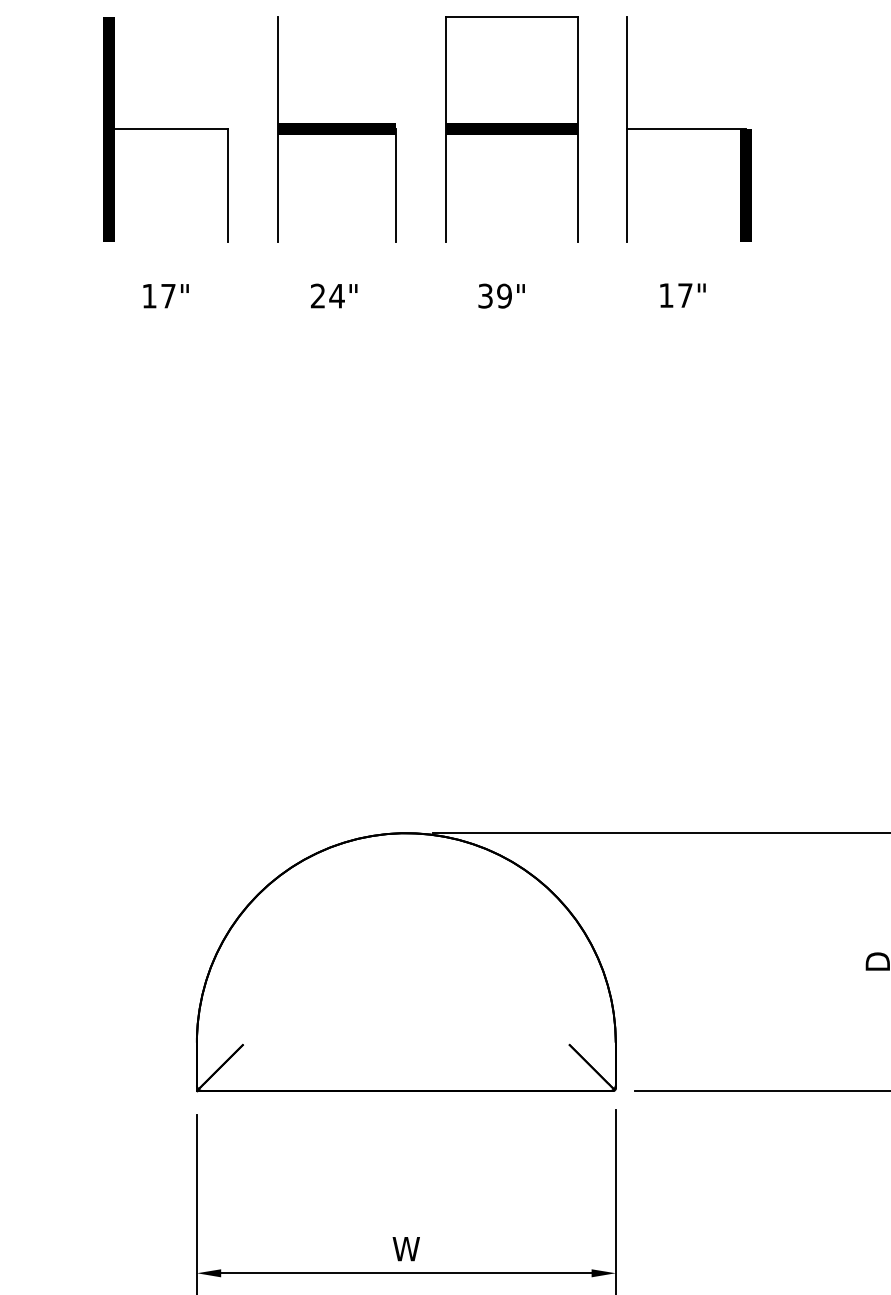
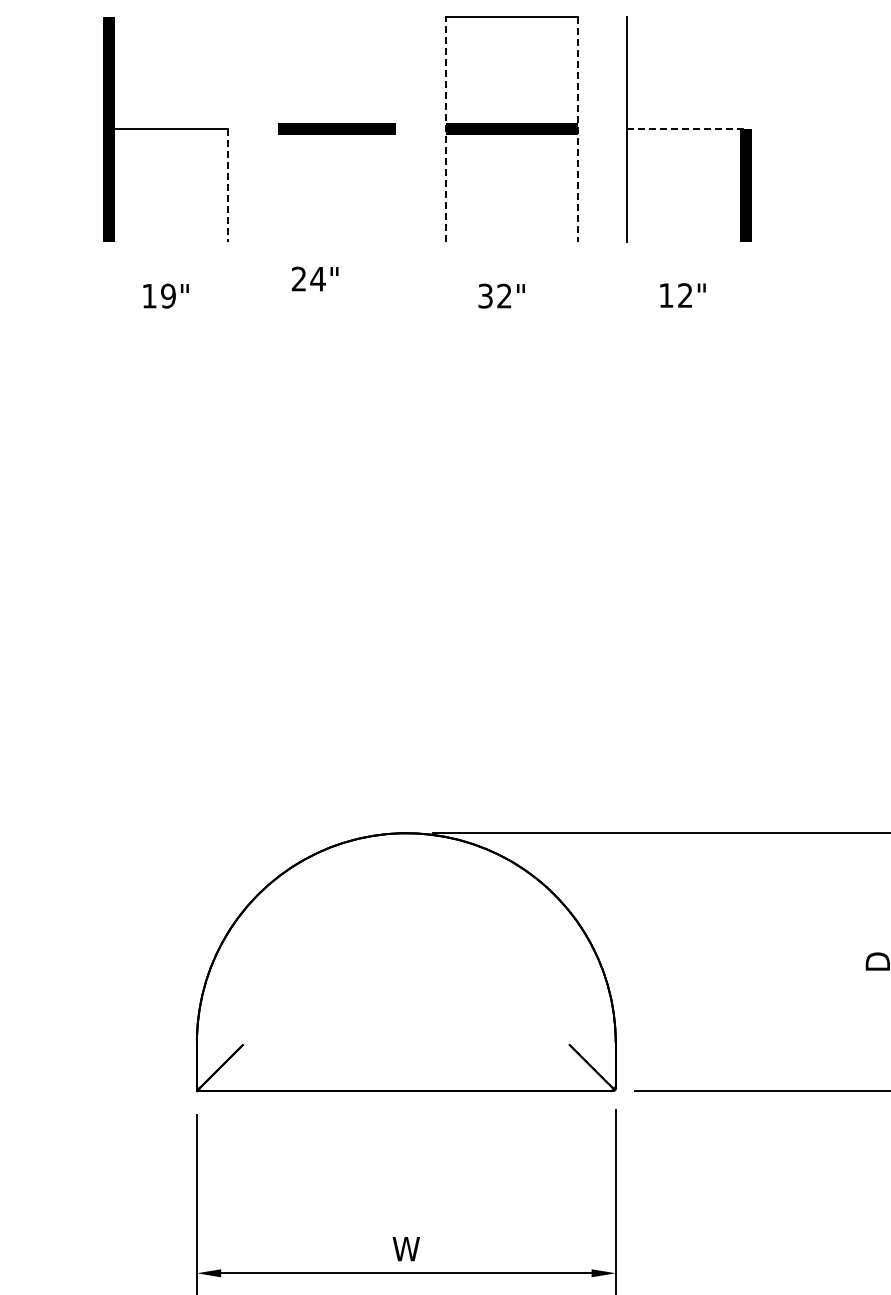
line at (446, 128): solid -> dashed
line at (277, 129): present -> none
line at (577, 129): solid -> dashed
line at (687, 129): solid -> dashed
line at (396, 185): present -> none
line at (228, 186): solid -> dashed
text at (168, 295): 17" -> 19"
text at (334, 295) position: (334, 295) -> (315, 278)
text at (504, 295): 39" -> 32"
text at (685, 295): 17" -> 12"
